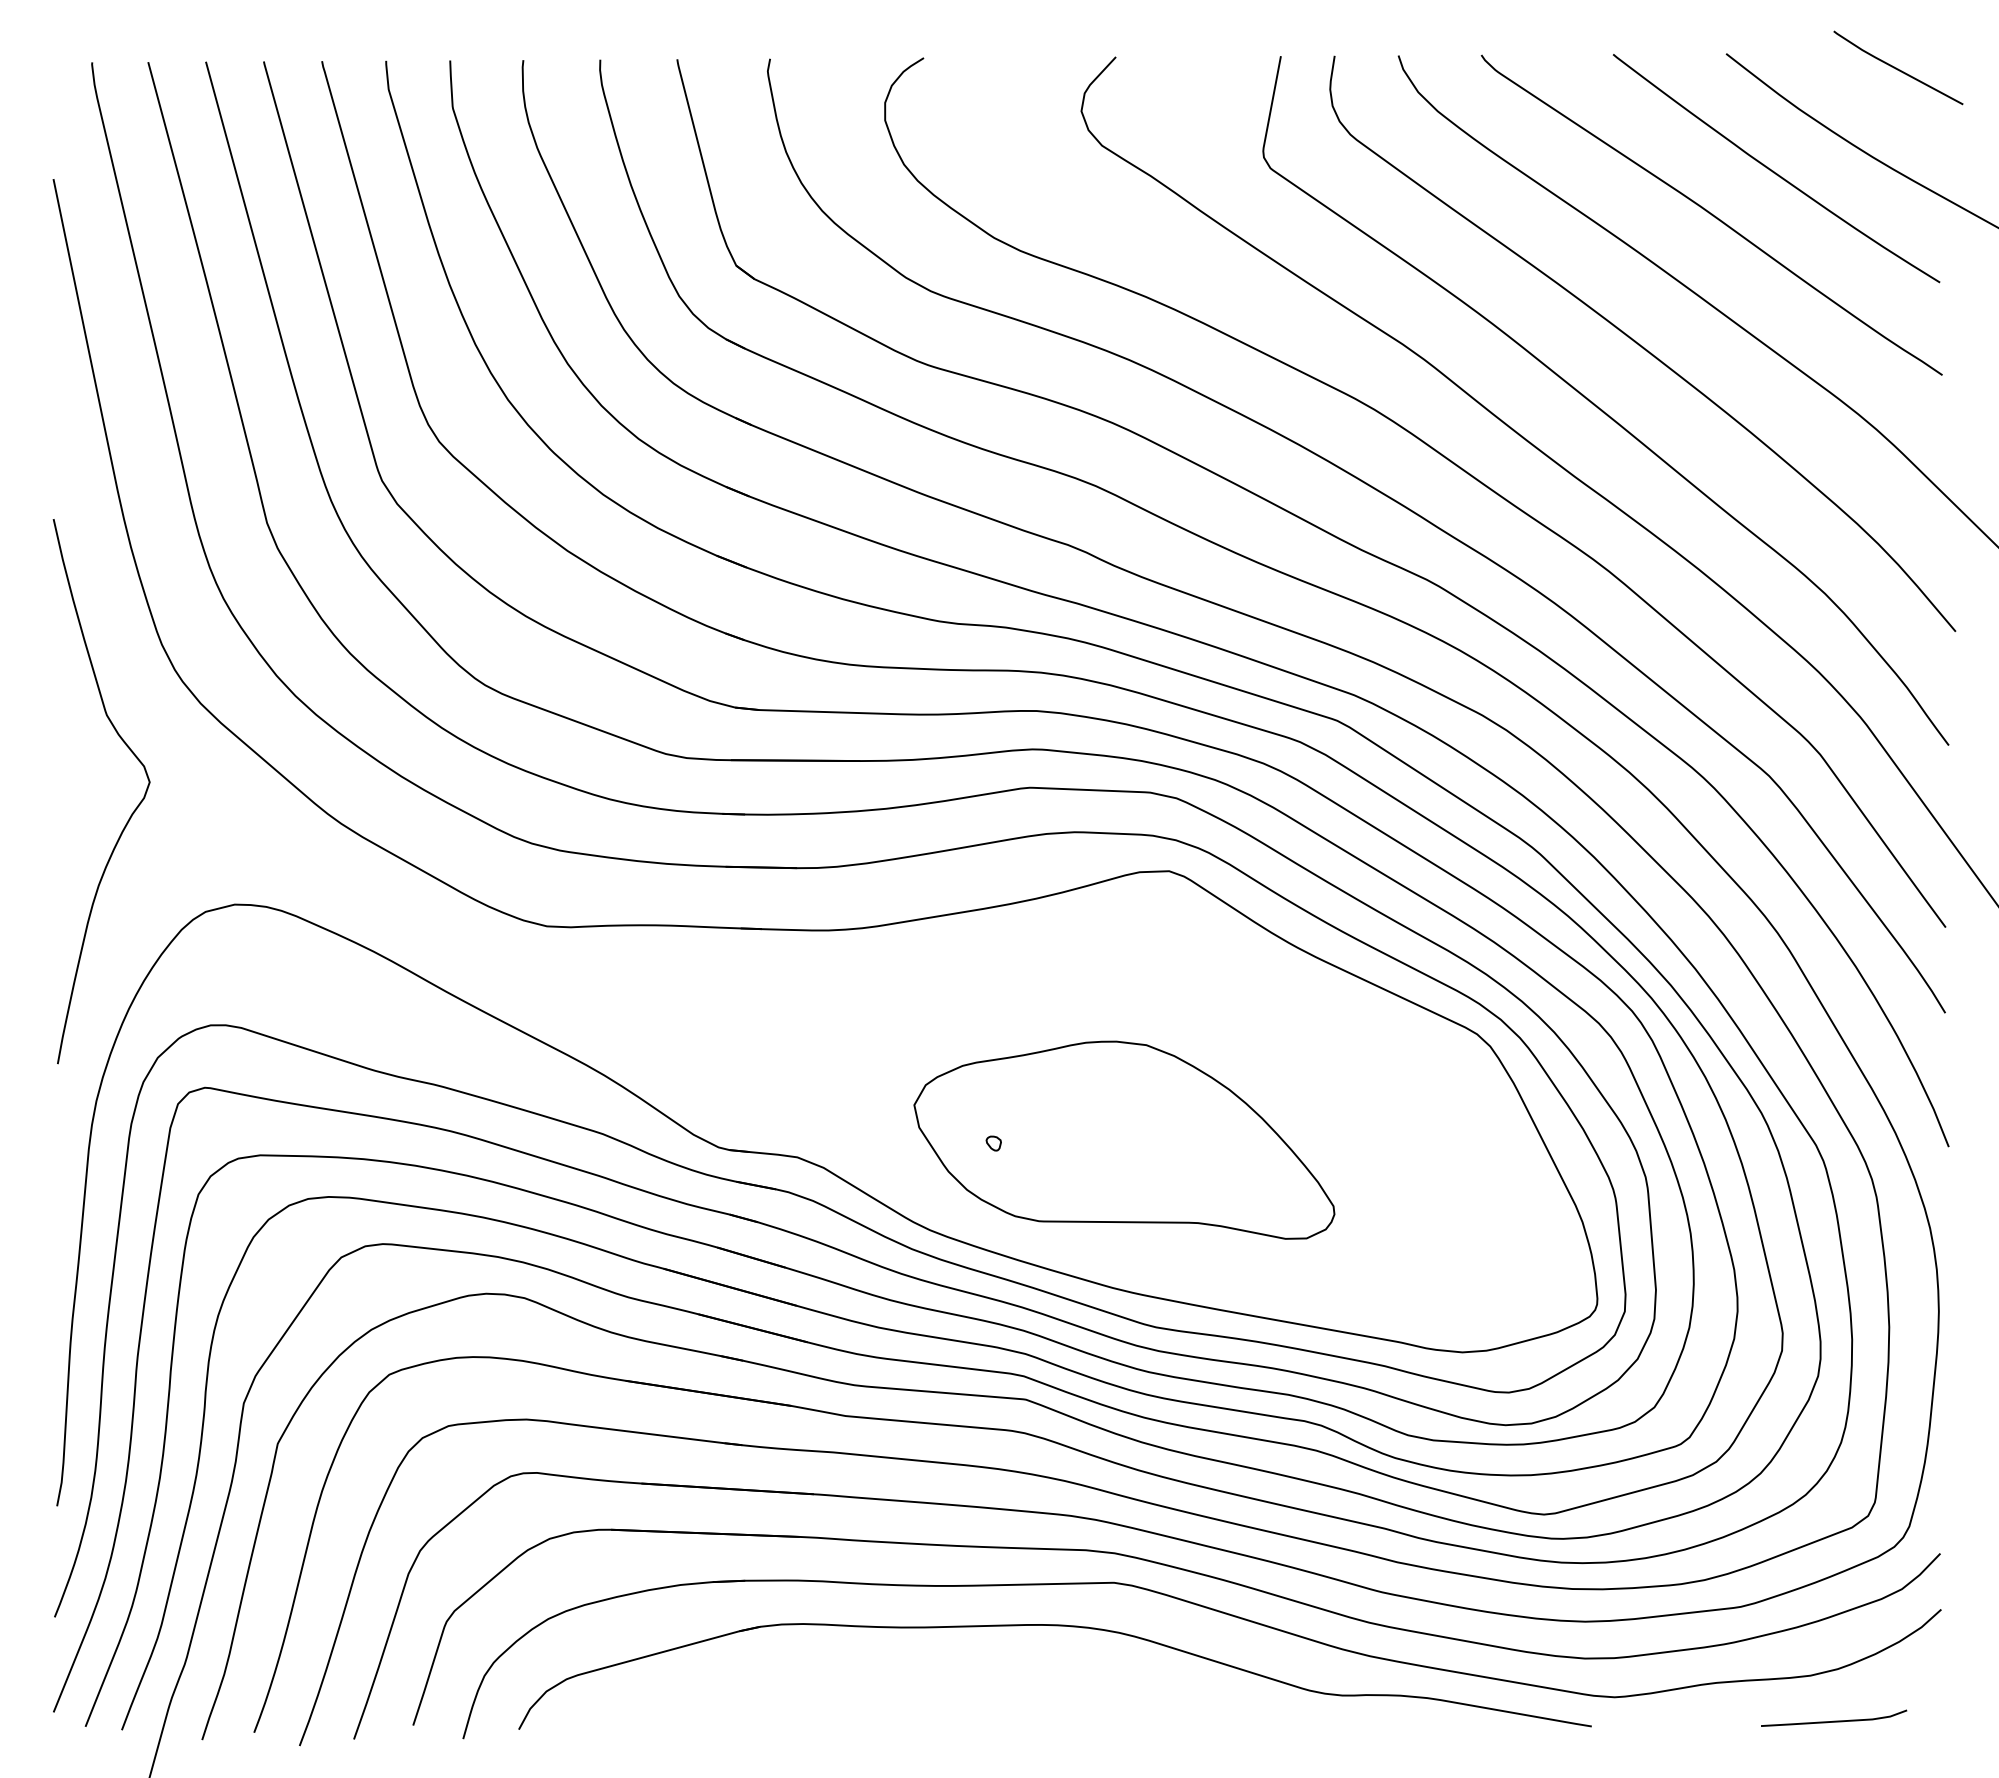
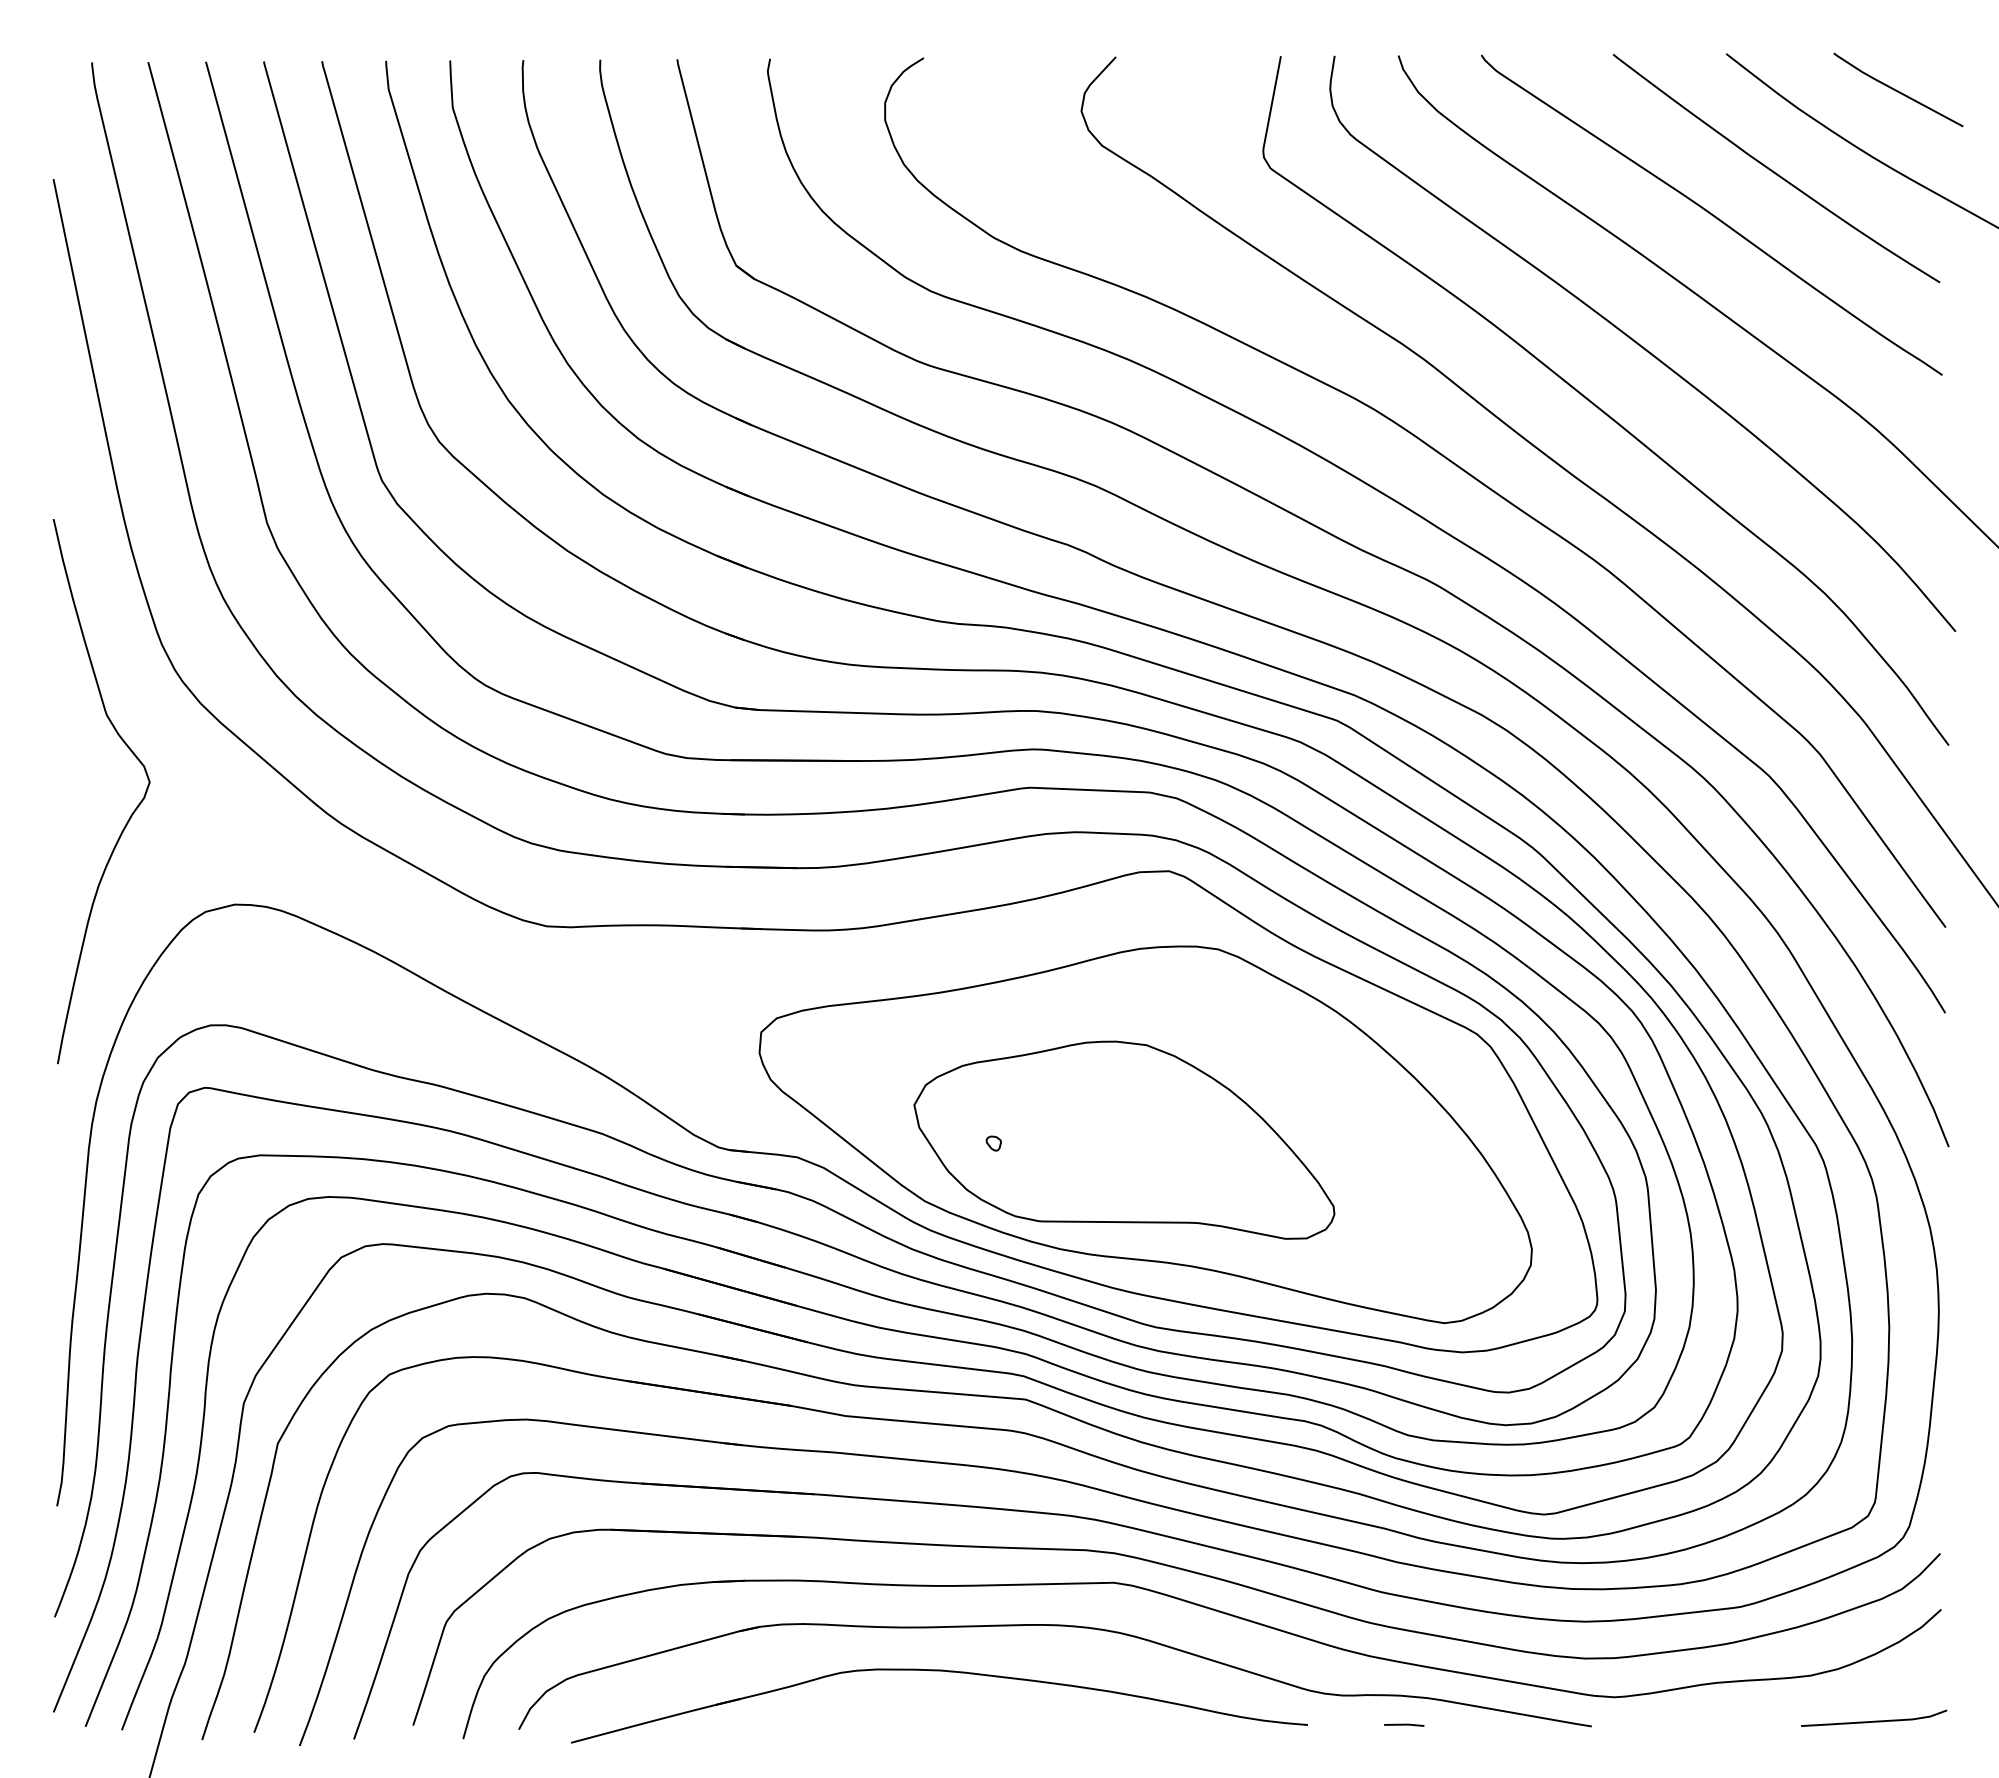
line at (1898, 68) position: (1898, 68) -> (1898, 90)
part at (1145, 1134): none -> present
part at (938, 1671): none -> present
line at (1834, 1720) position: (1834, 1720) -> (1874, 1720)
line at (1404, 1724): none -> present
